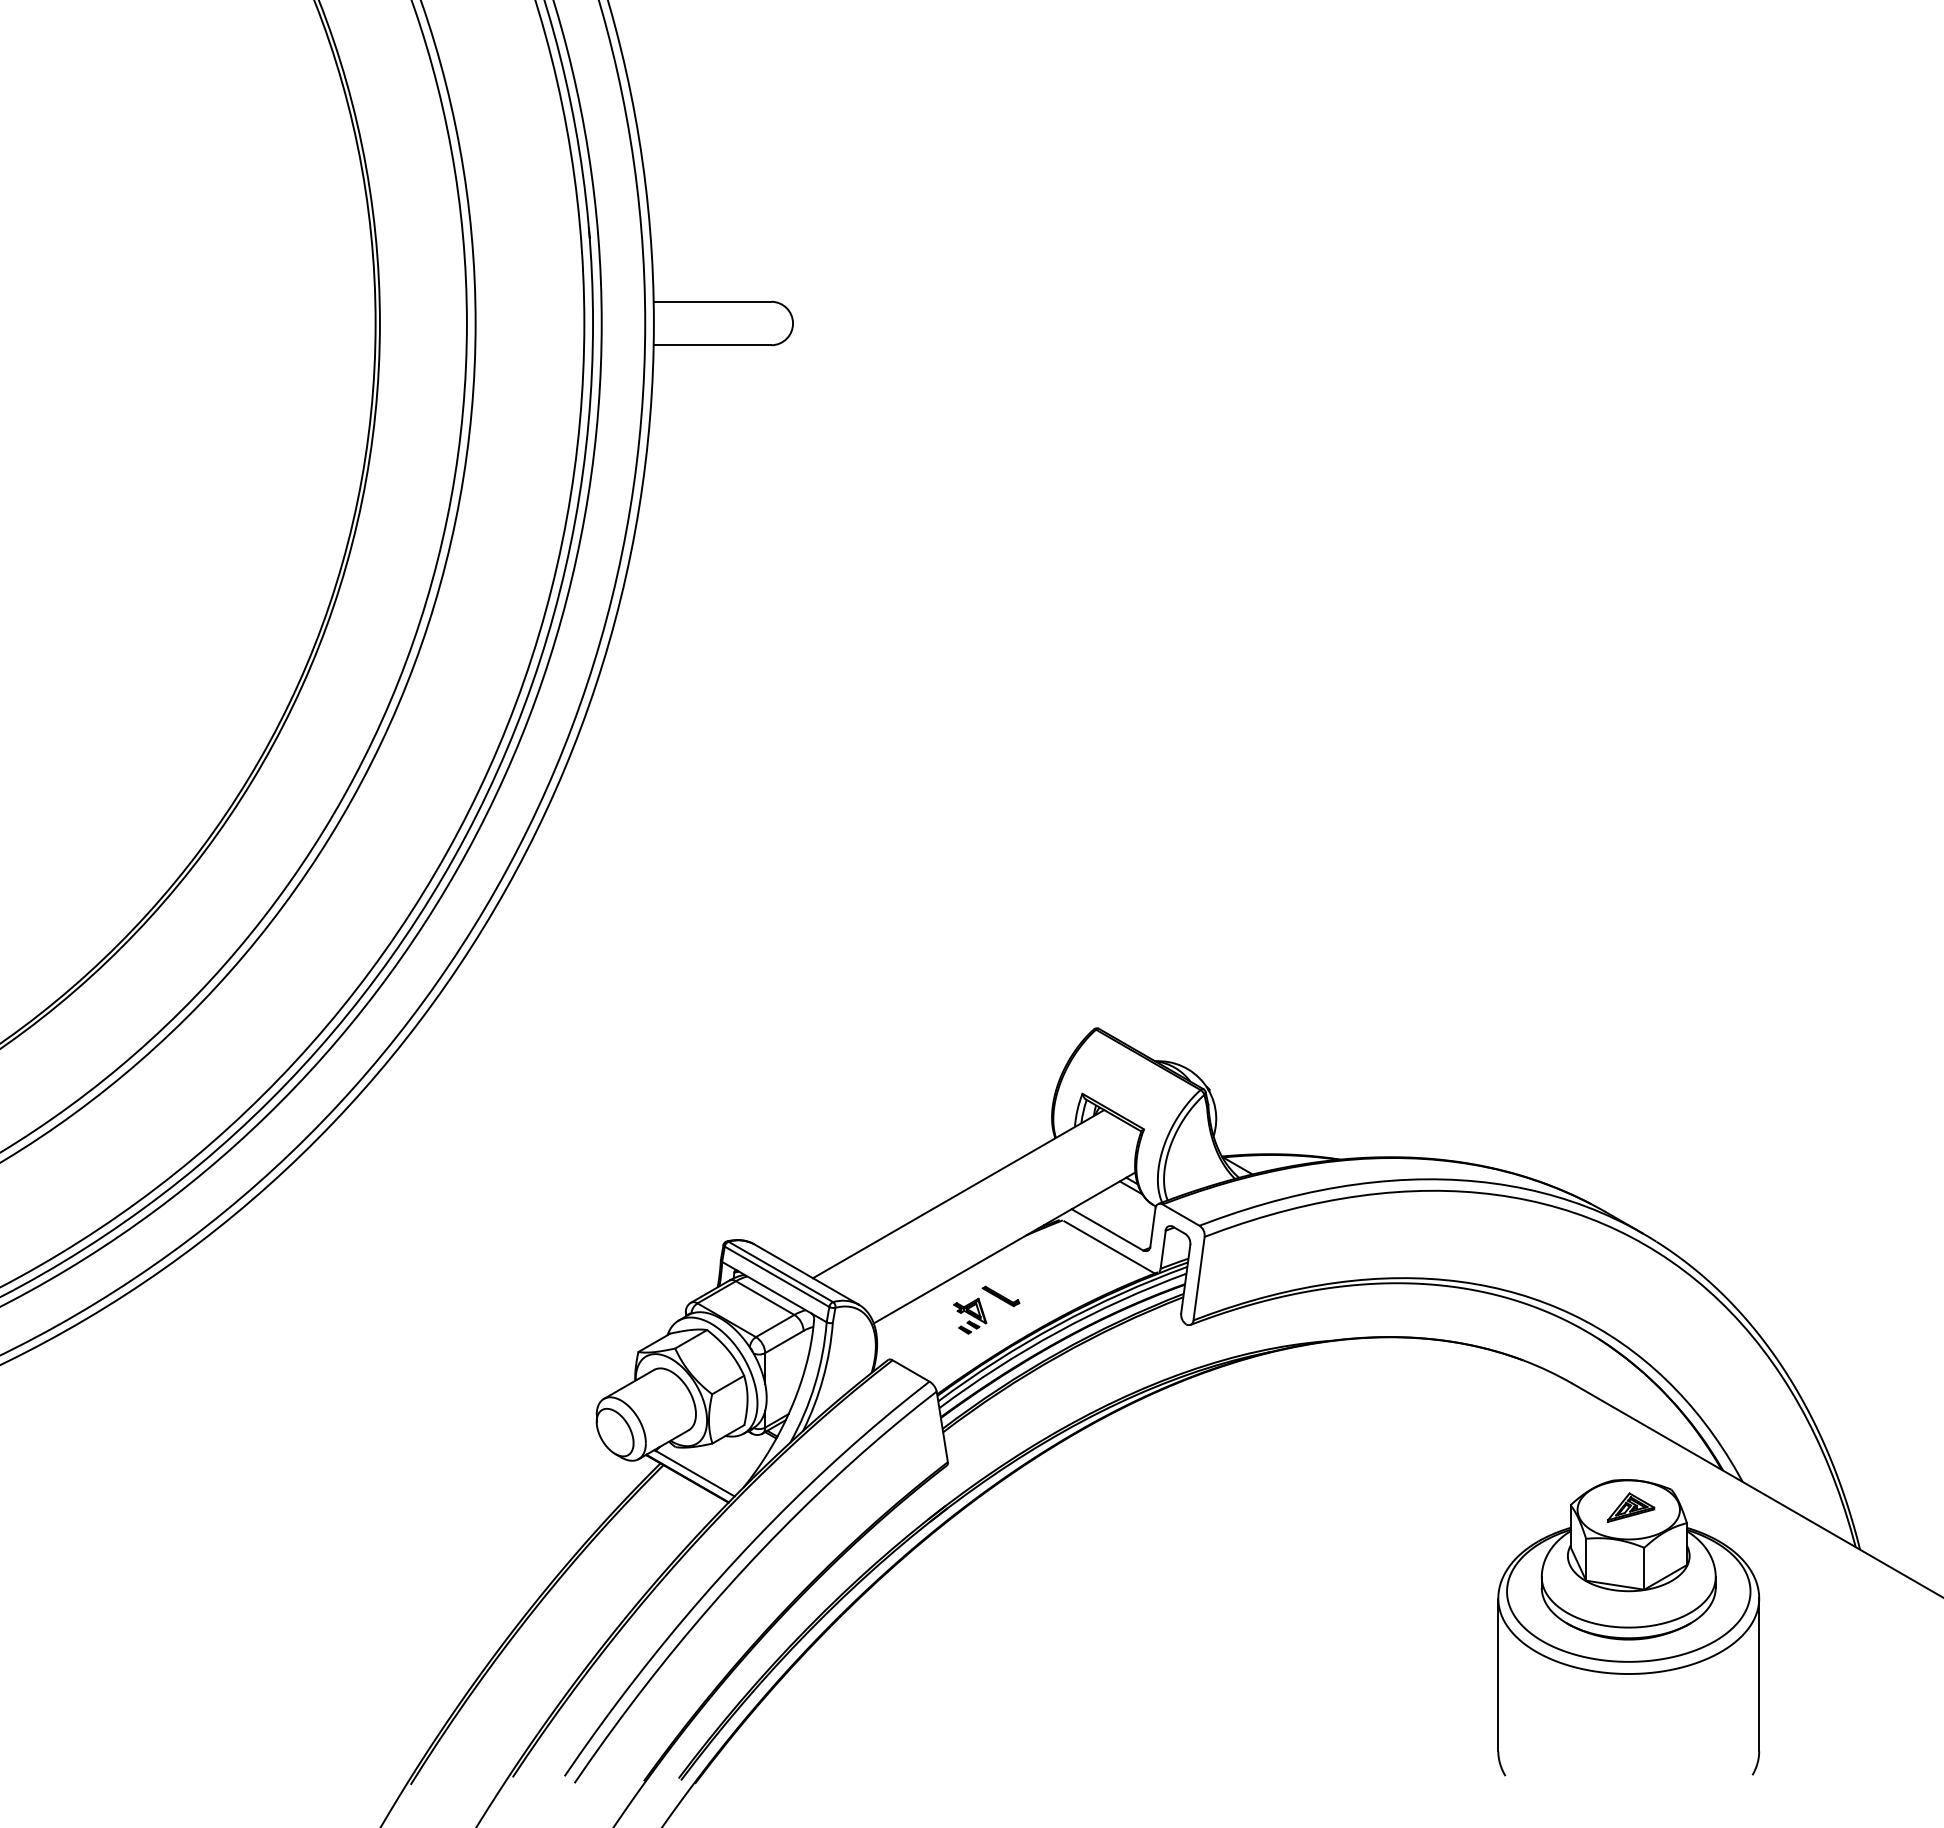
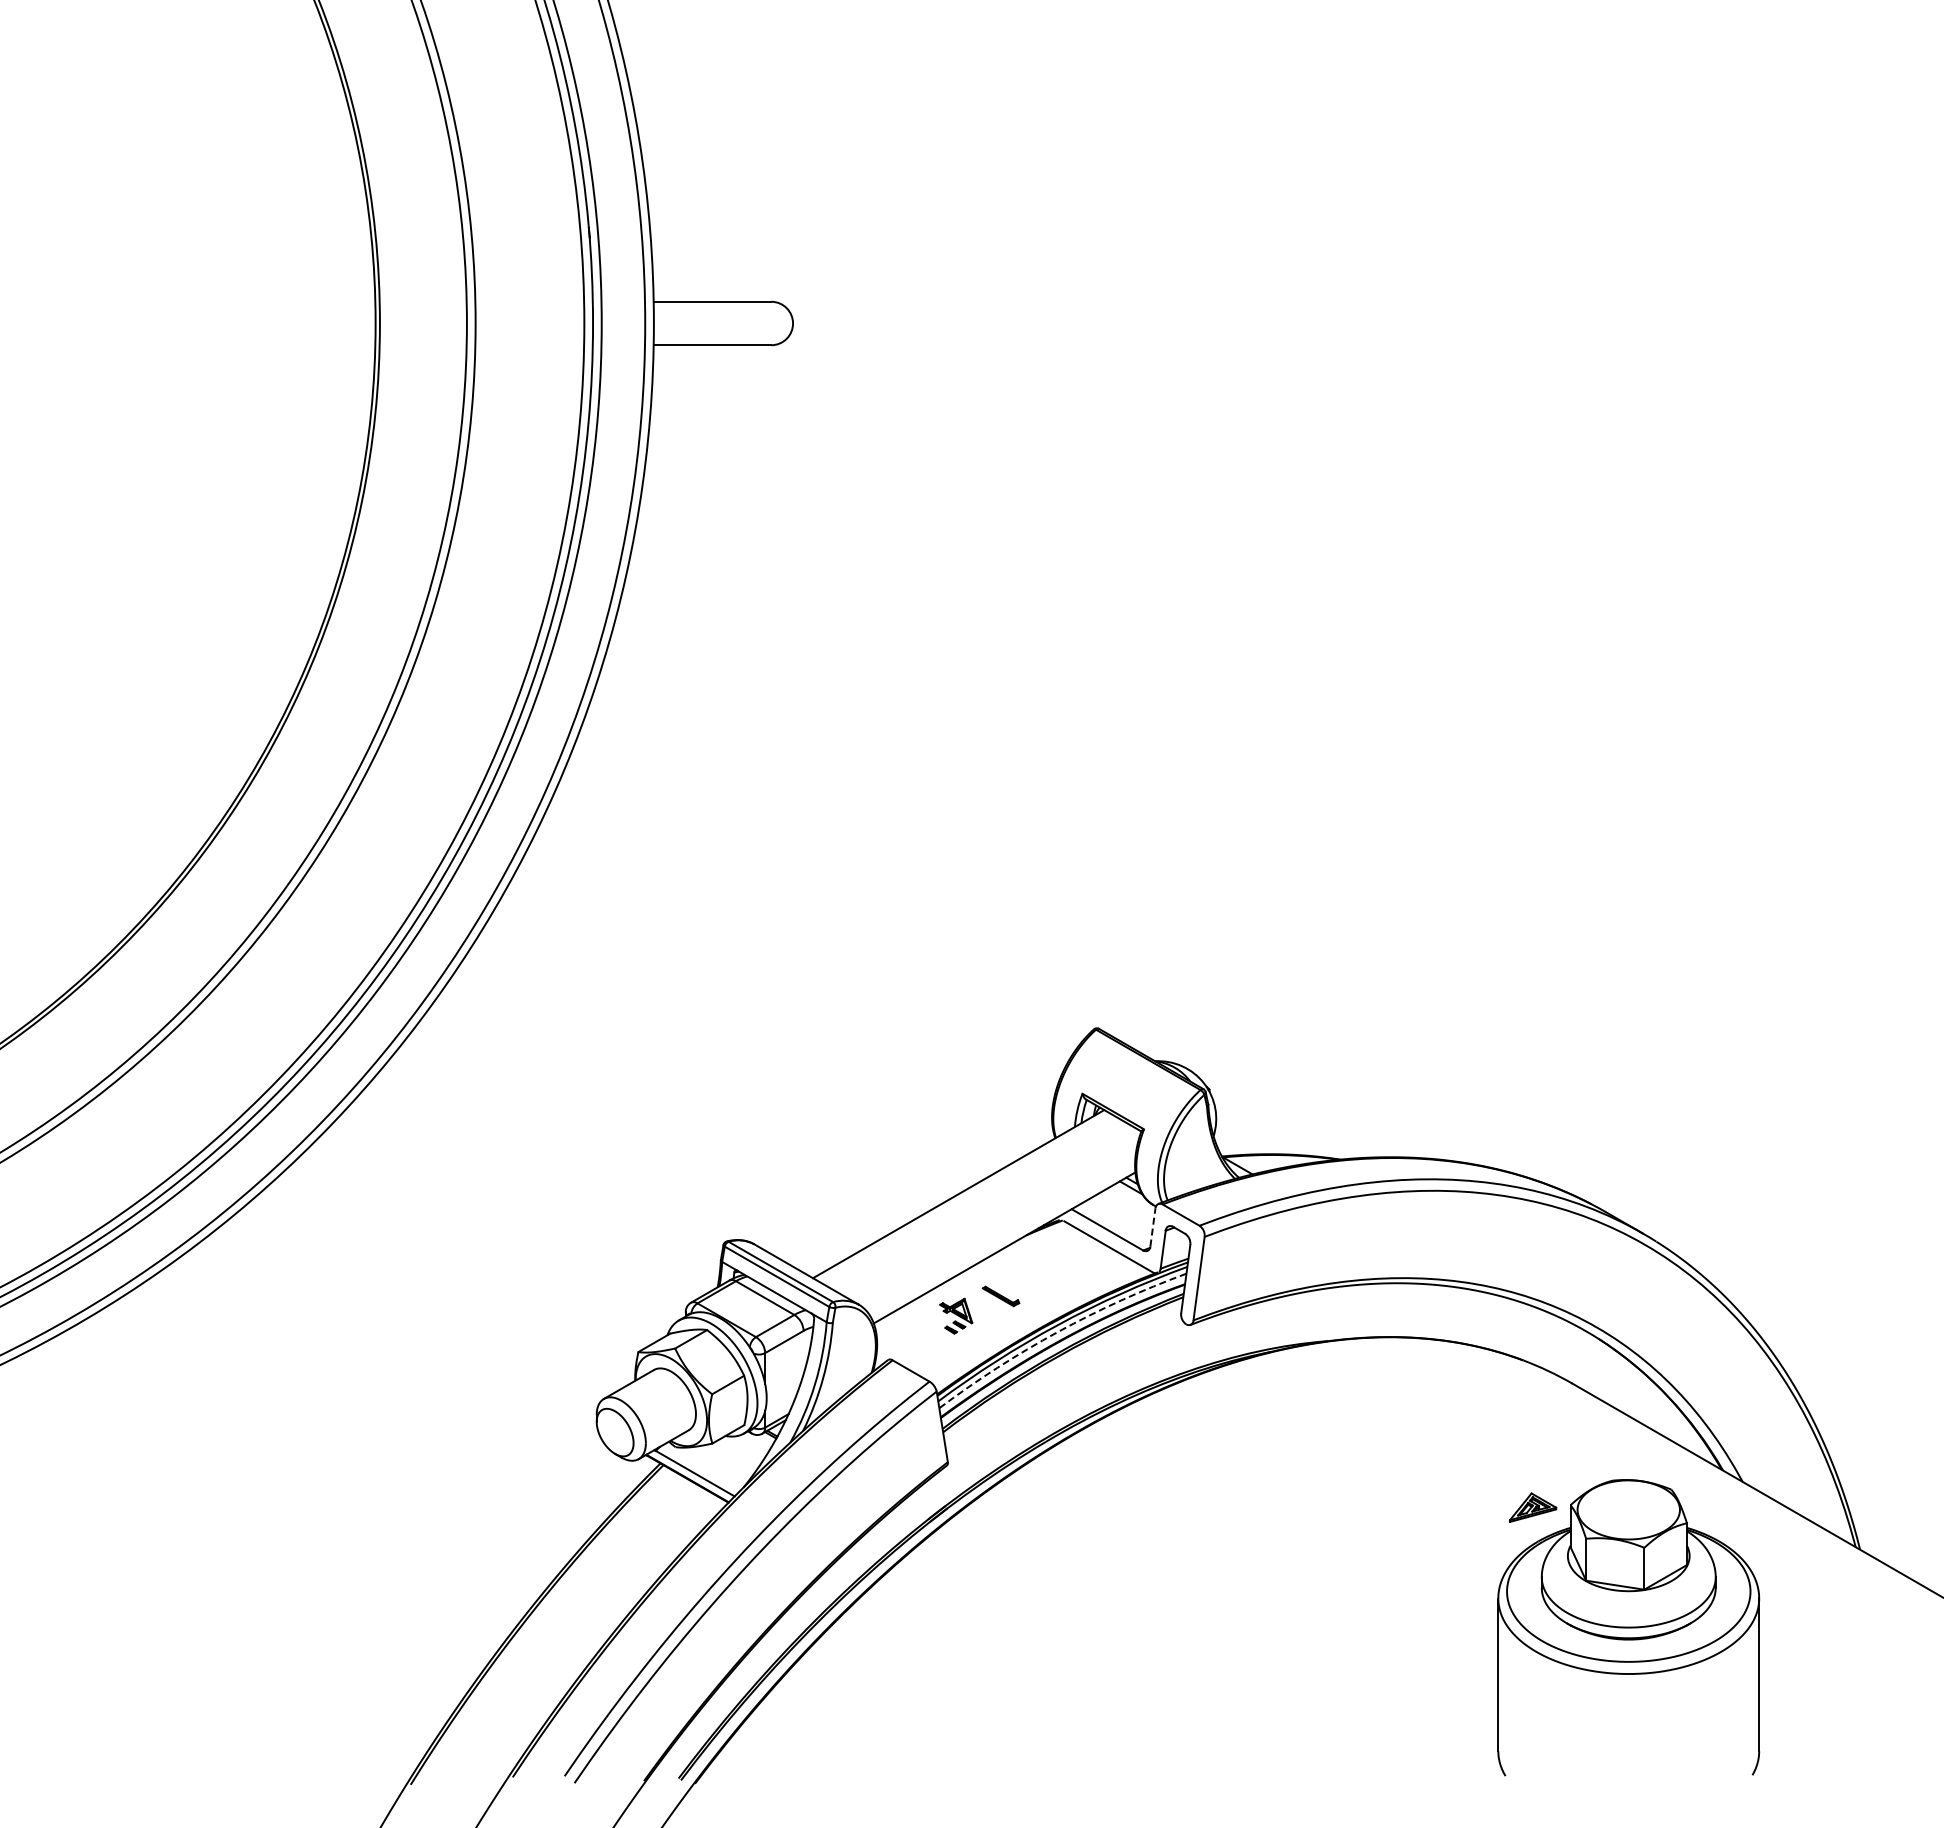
line at (1152, 1226): solid -> dashed
part at (970, 1315) position: (970, 1315) -> (956, 1315)
arc at (1058, 1331): solid -> dashed
part at (1631, 1507) position: (1631, 1507) -> (1533, 1507)
